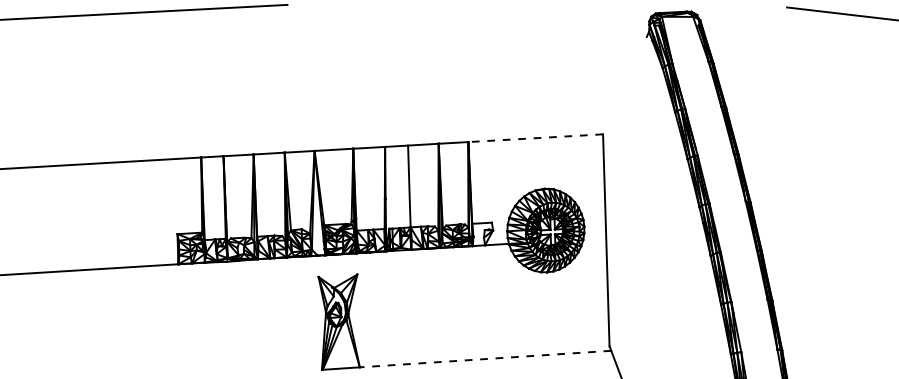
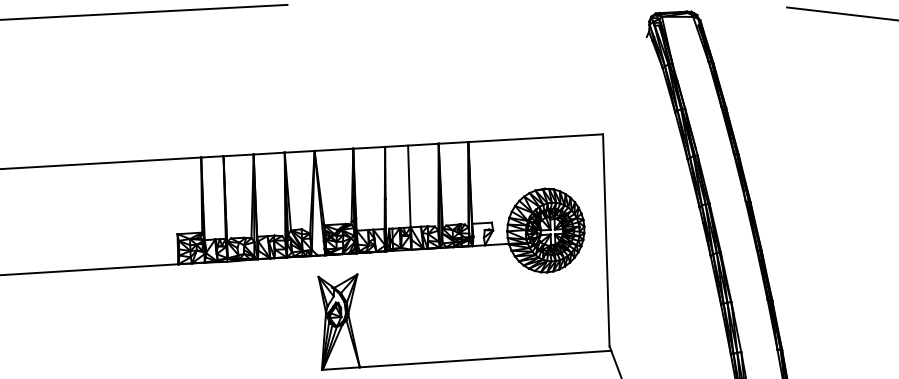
line at (535, 138): dashed -> solid
line at (485, 359): dashed -> solid
